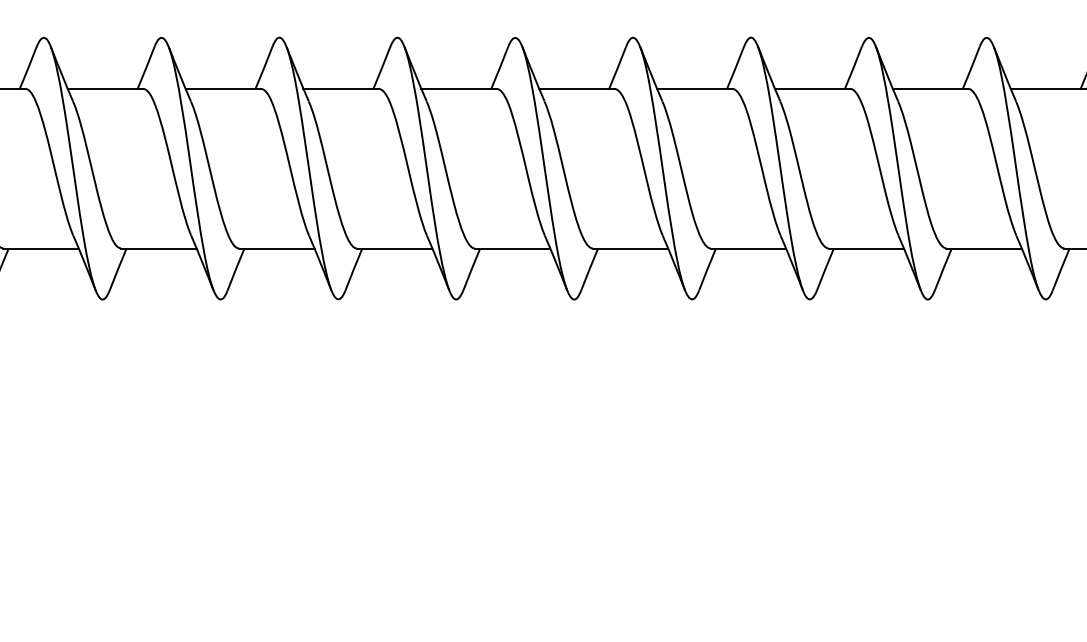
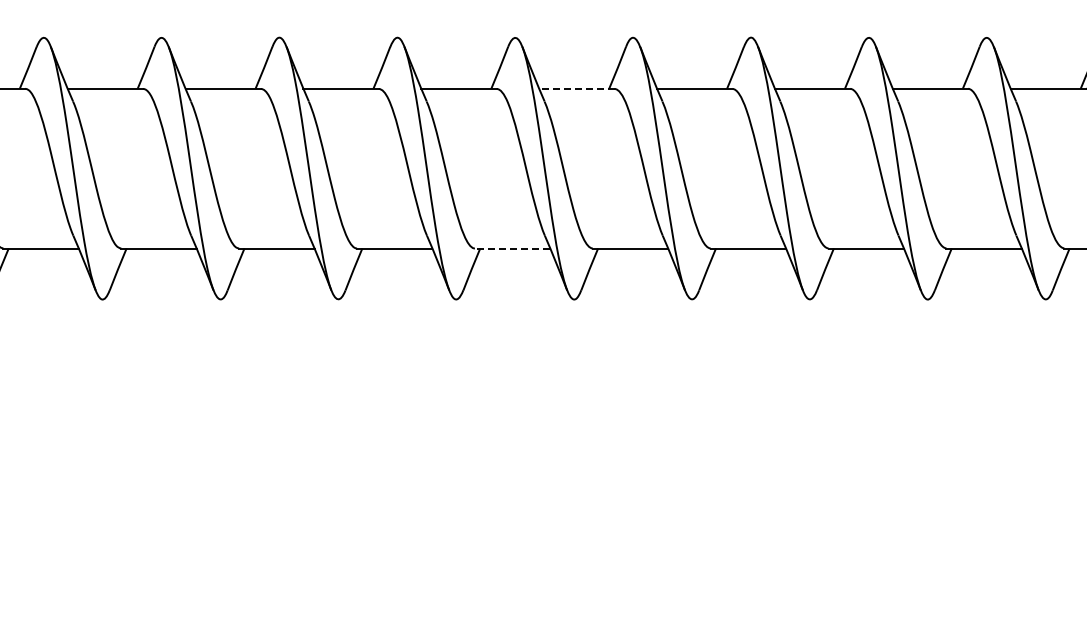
line at (576, 88): solid -> dashed
line at (512, 248): solid -> dashed
